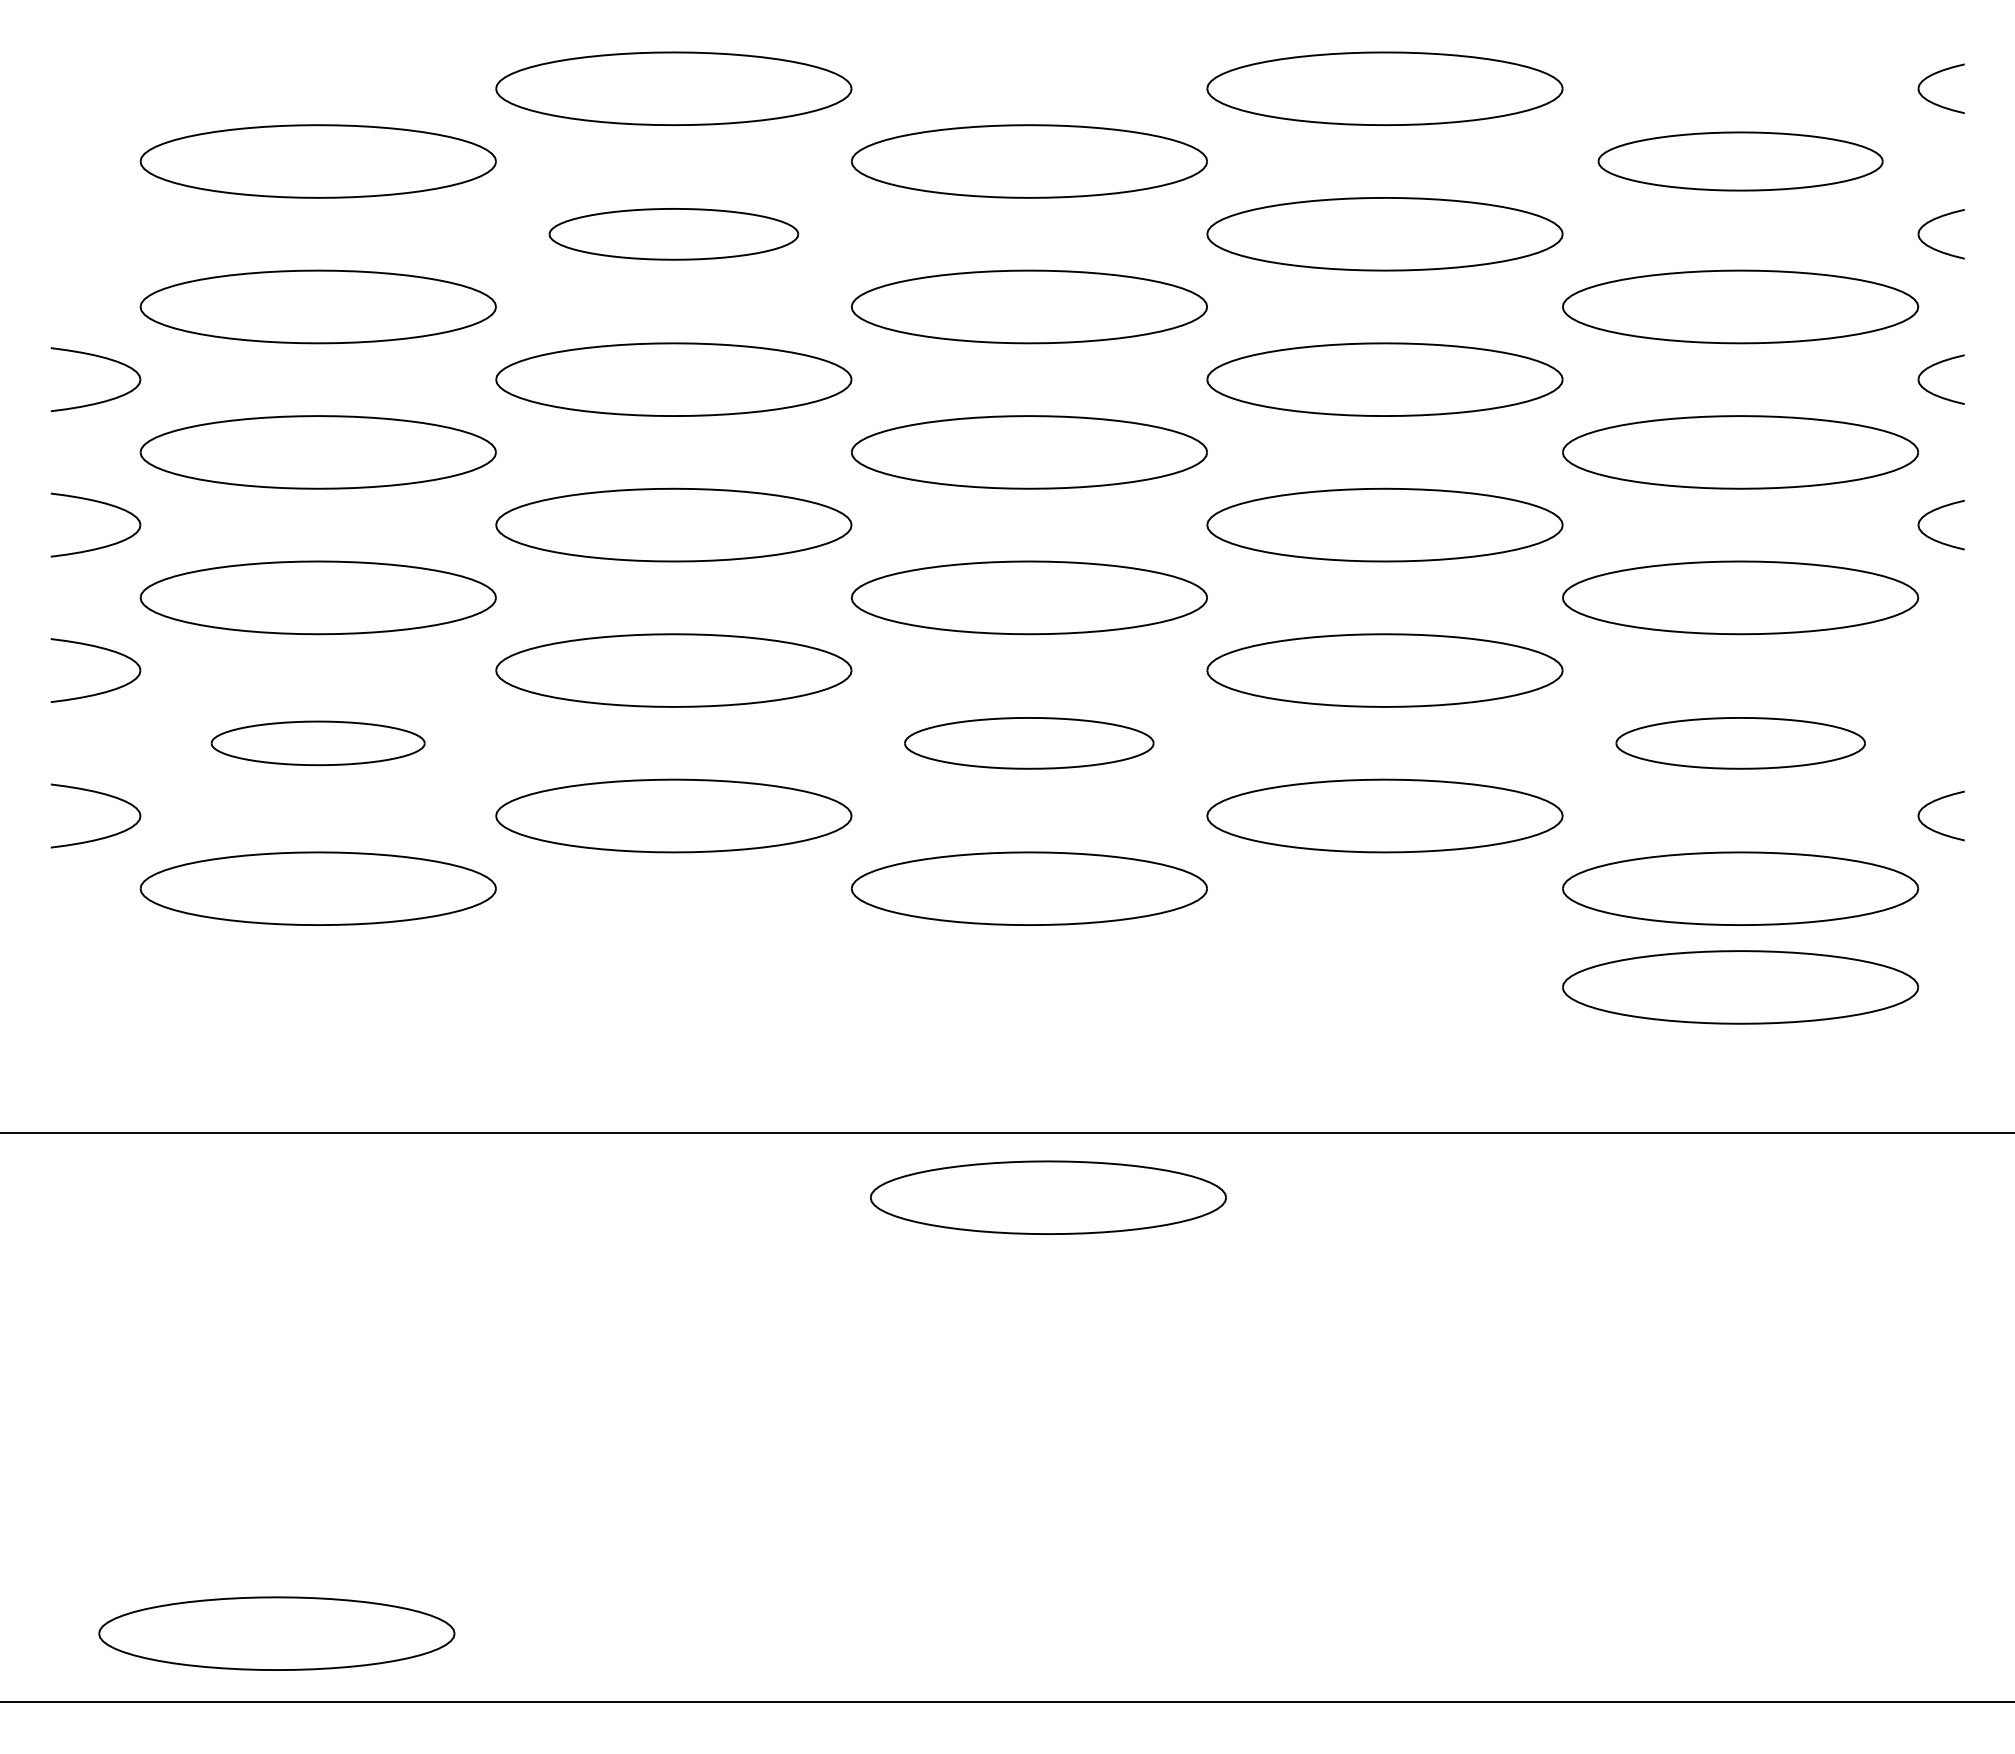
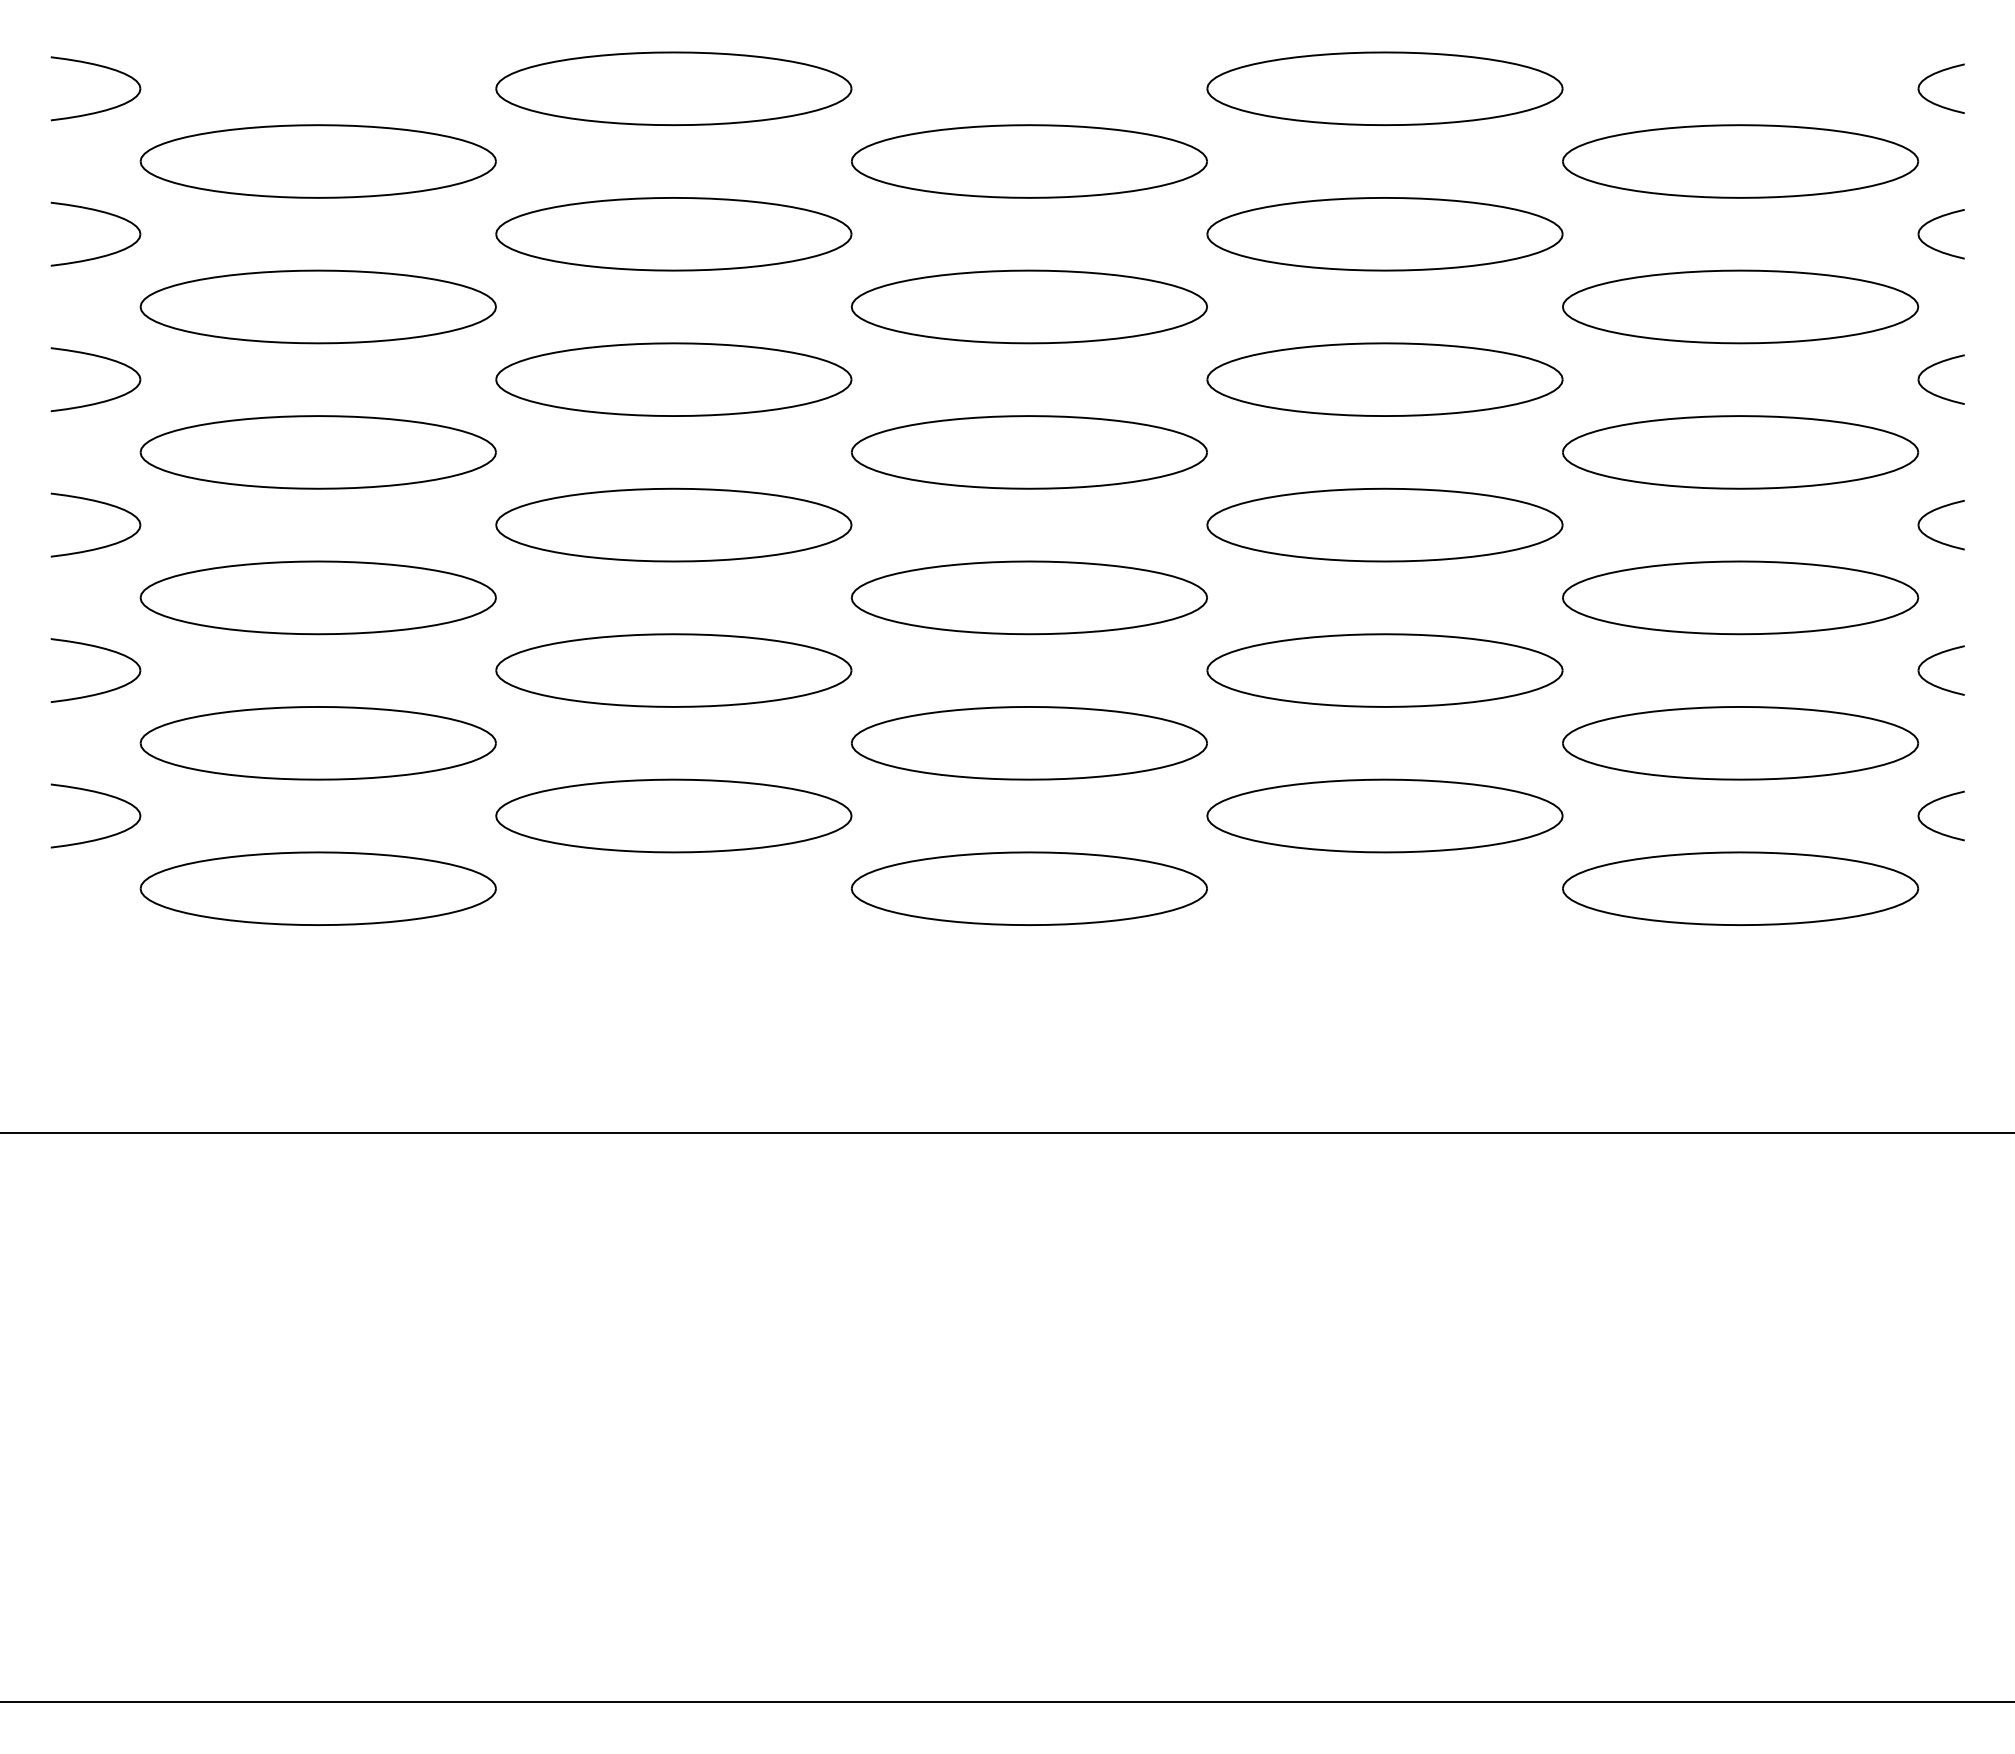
part at (101, 67): none -> present
part at (1740, 161) size: 287x61 px -> 358x75 px
part at (100, 212): none -> present
part at (673, 234) size: 252x53 px -> 358x75 px
part at (1934, 656): none -> present
part at (317, 743) size: 216x47 px -> 358x75 px
part at (1029, 743) size: 251x53 px -> 358x75 px
part at (1740, 743) size: 251x53 px -> 358x75 px
part at (1740, 987): present -> none
part at (1047, 1197): present -> none
part at (276, 1633): present -> none
